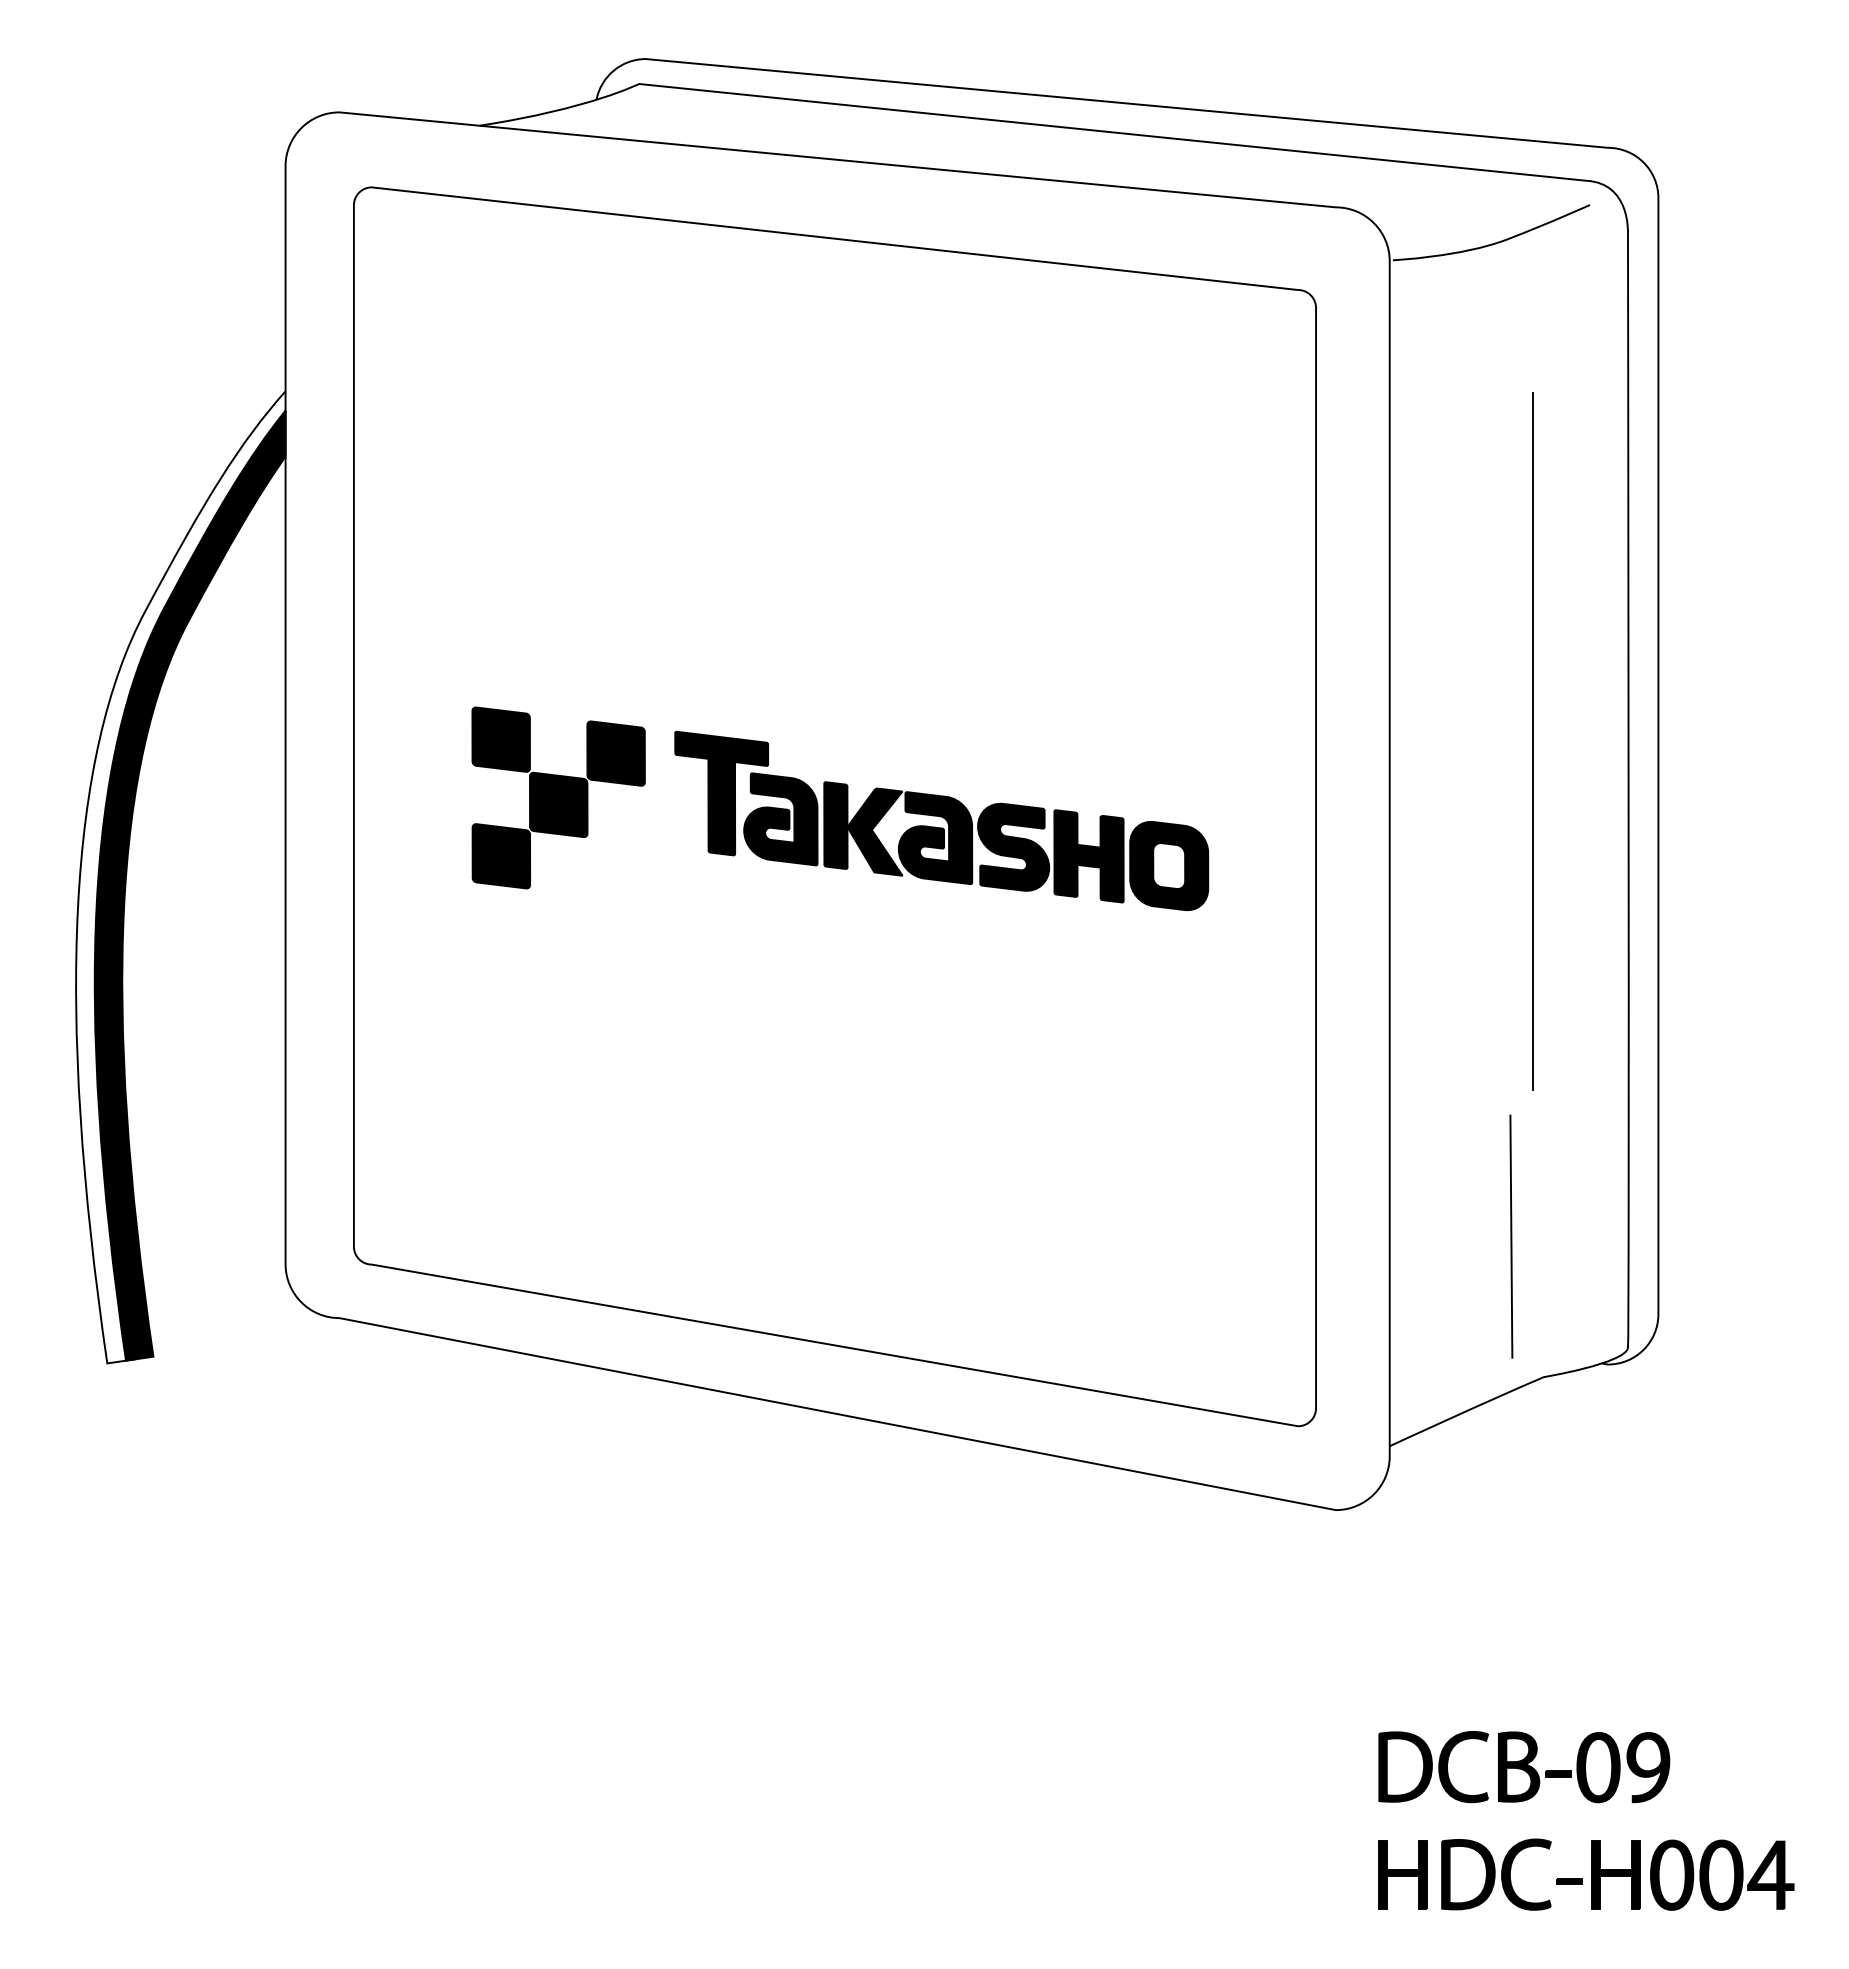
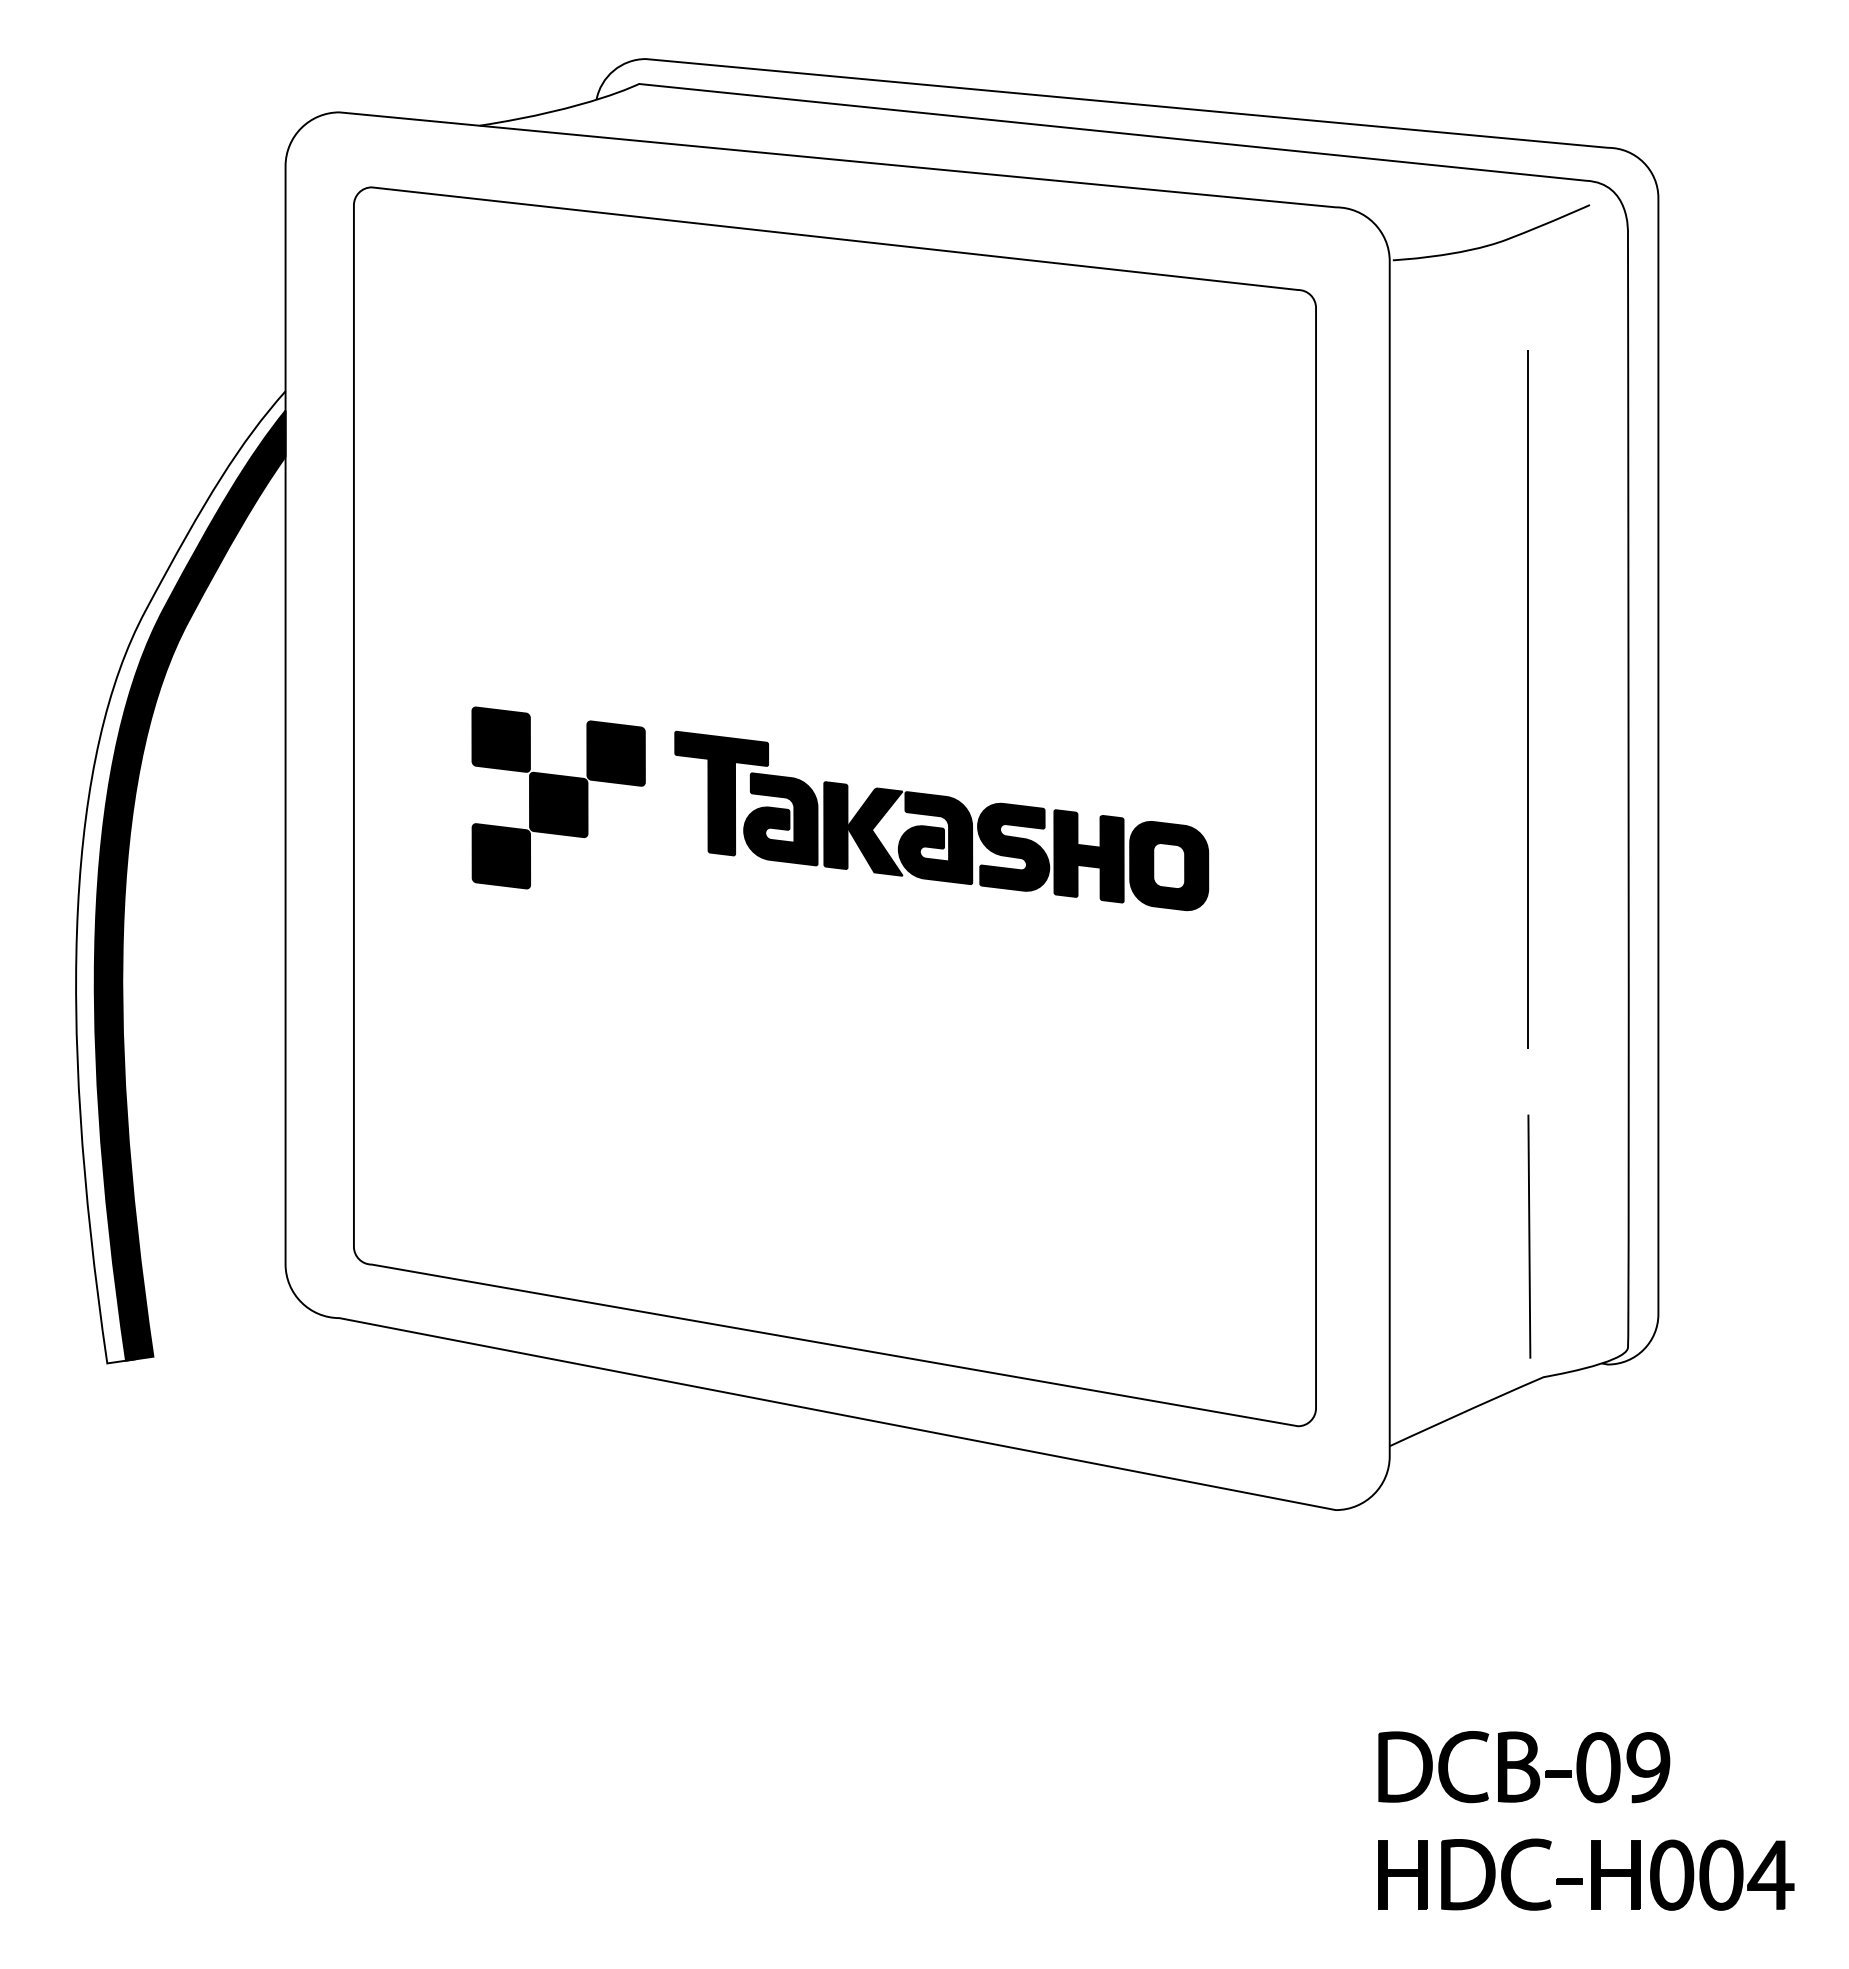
line at (1532, 741) position: (1532, 741) -> (1527, 699)
line at (1511, 1236) position: (1511, 1236) -> (1529, 1236)
